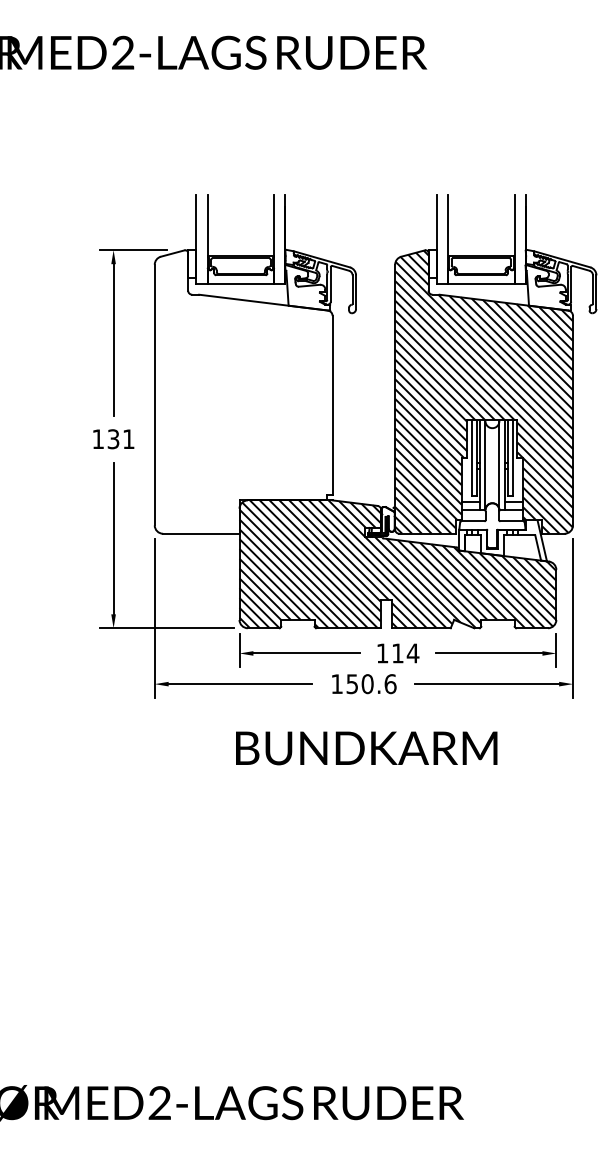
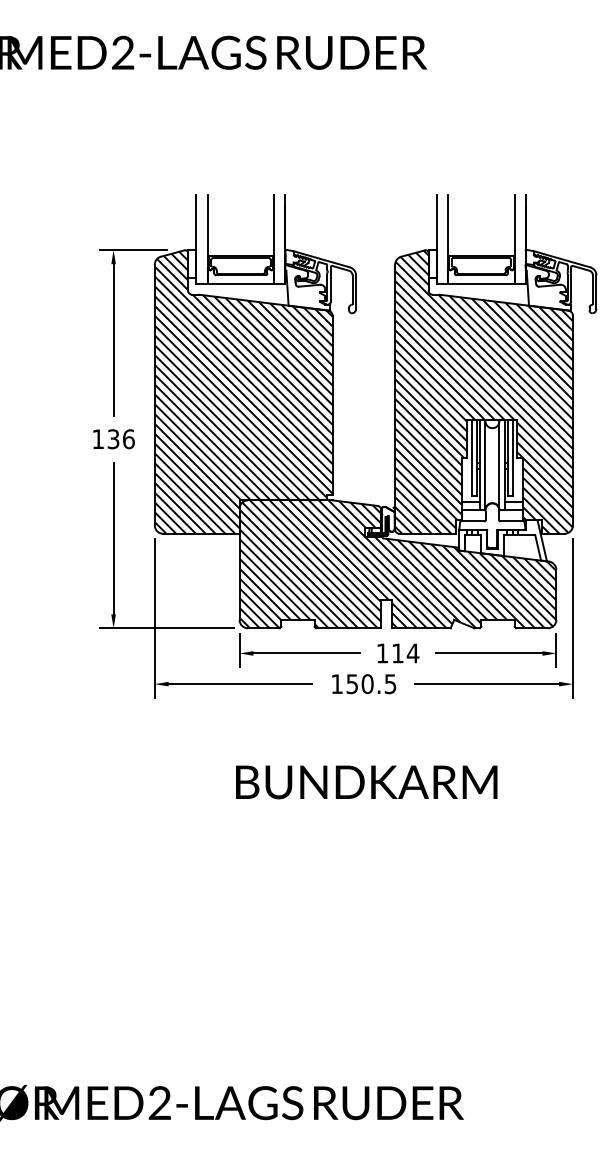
hatch at (243, 392): none -> present
text at (128, 439): 131 -> 136
text at (390, 684): 150.6 -> 150.5
text at (366, 748) position: (366, 748) -> (366, 782)
